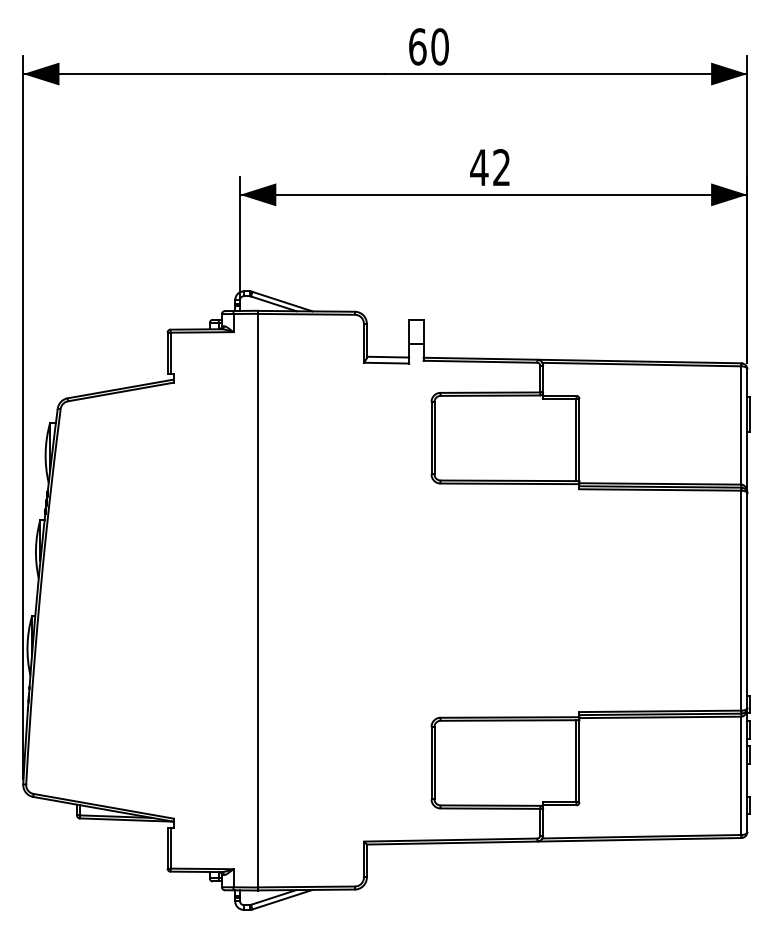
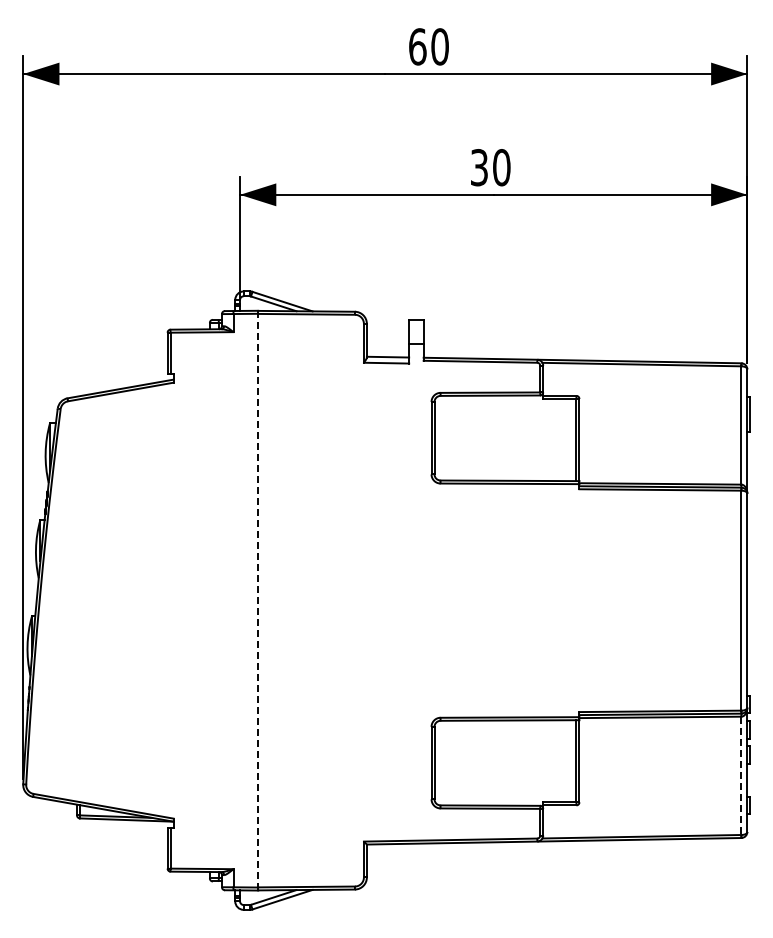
text at (490, 167): 42 -> 30
line at (258, 600): solid -> dashed
line at (741, 776): solid -> dashed
